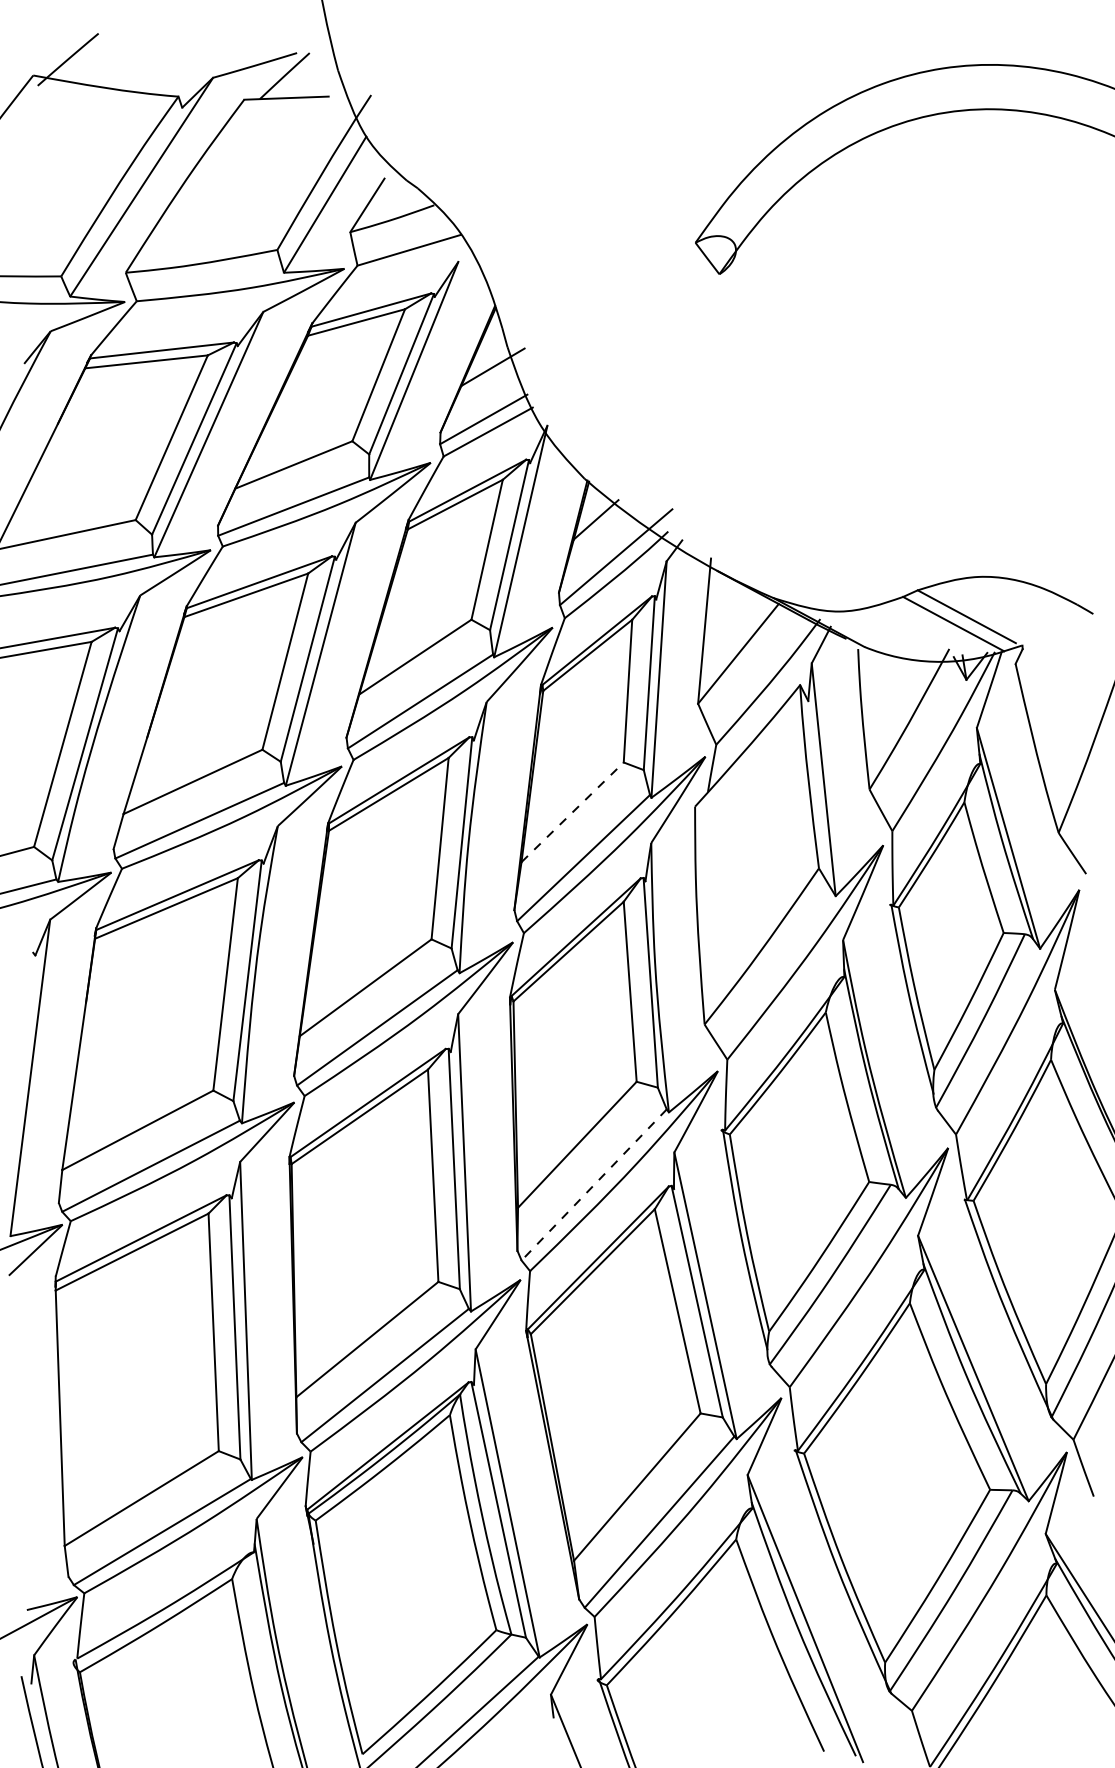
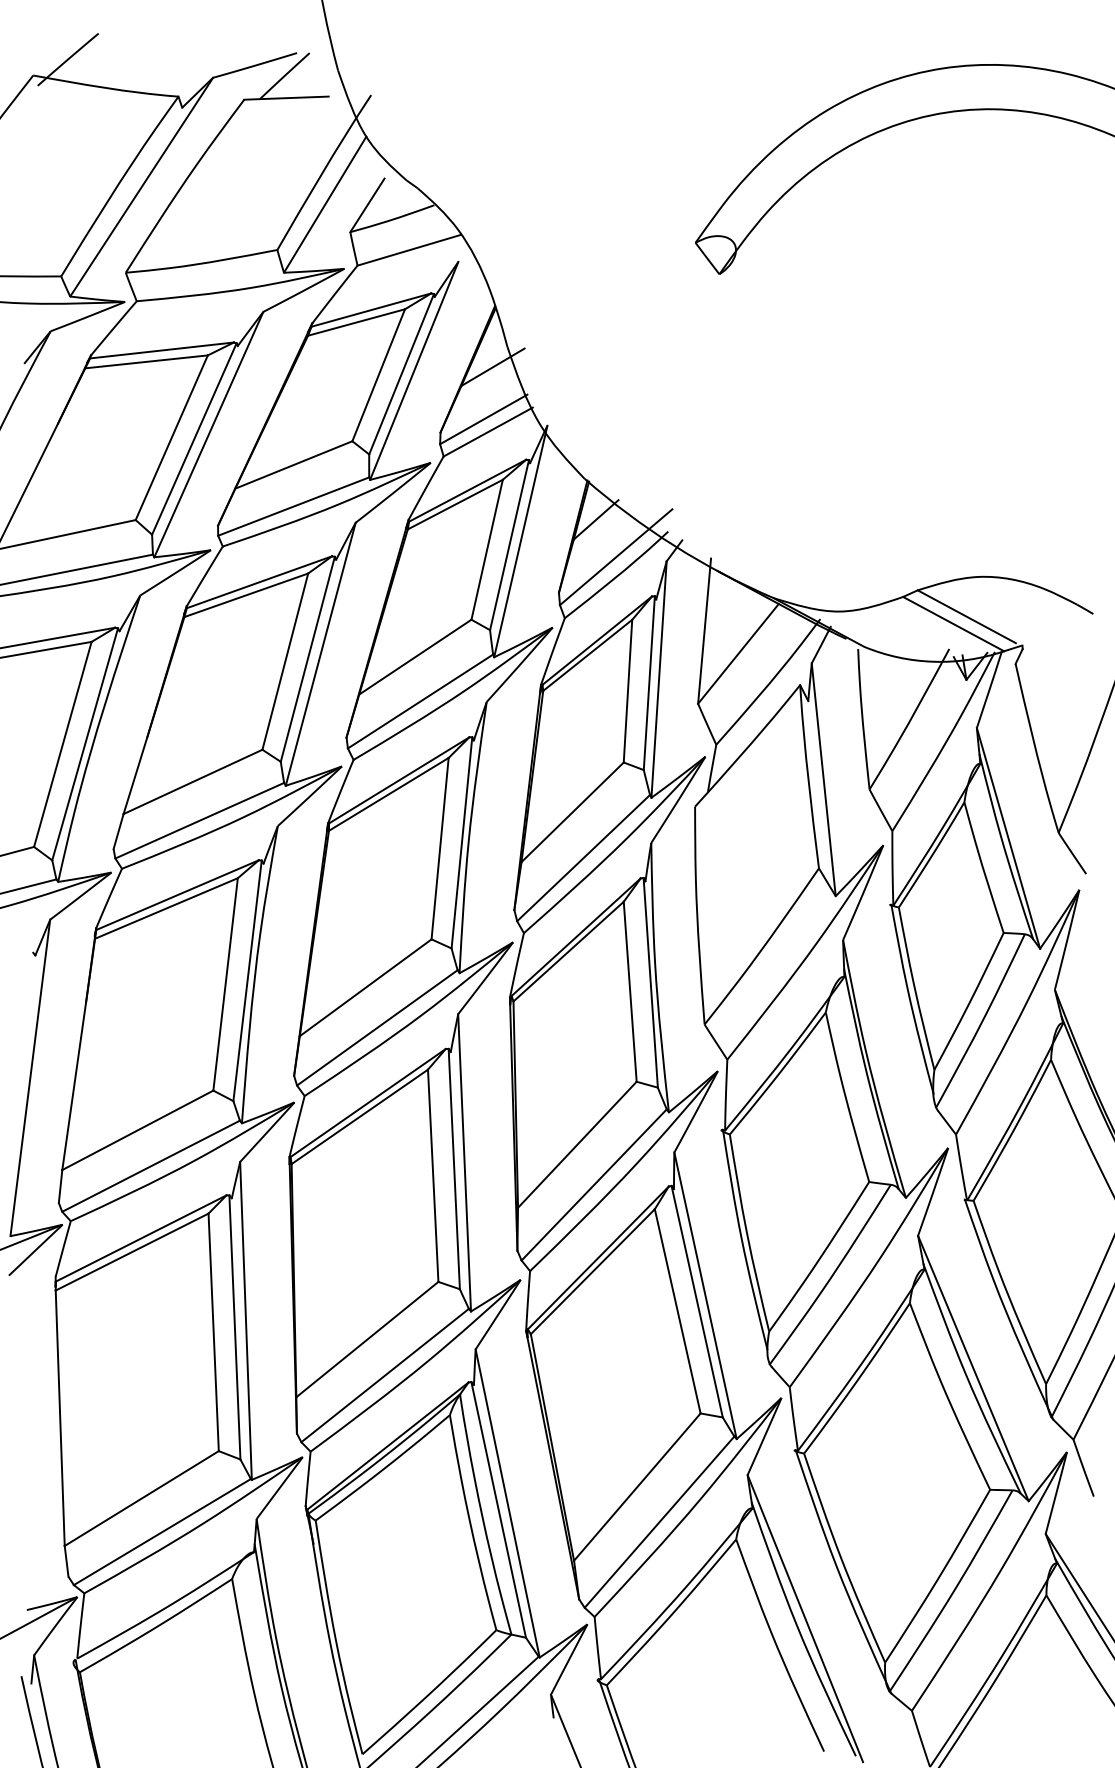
line at (573, 811): dashed -> solid
line at (594, 1184): dashed -> solid
